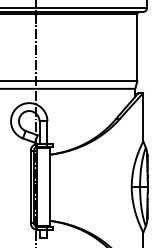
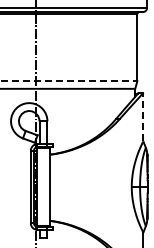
line at (69, 81): solid -> dashed
line at (143, 116): solid -> dashed
